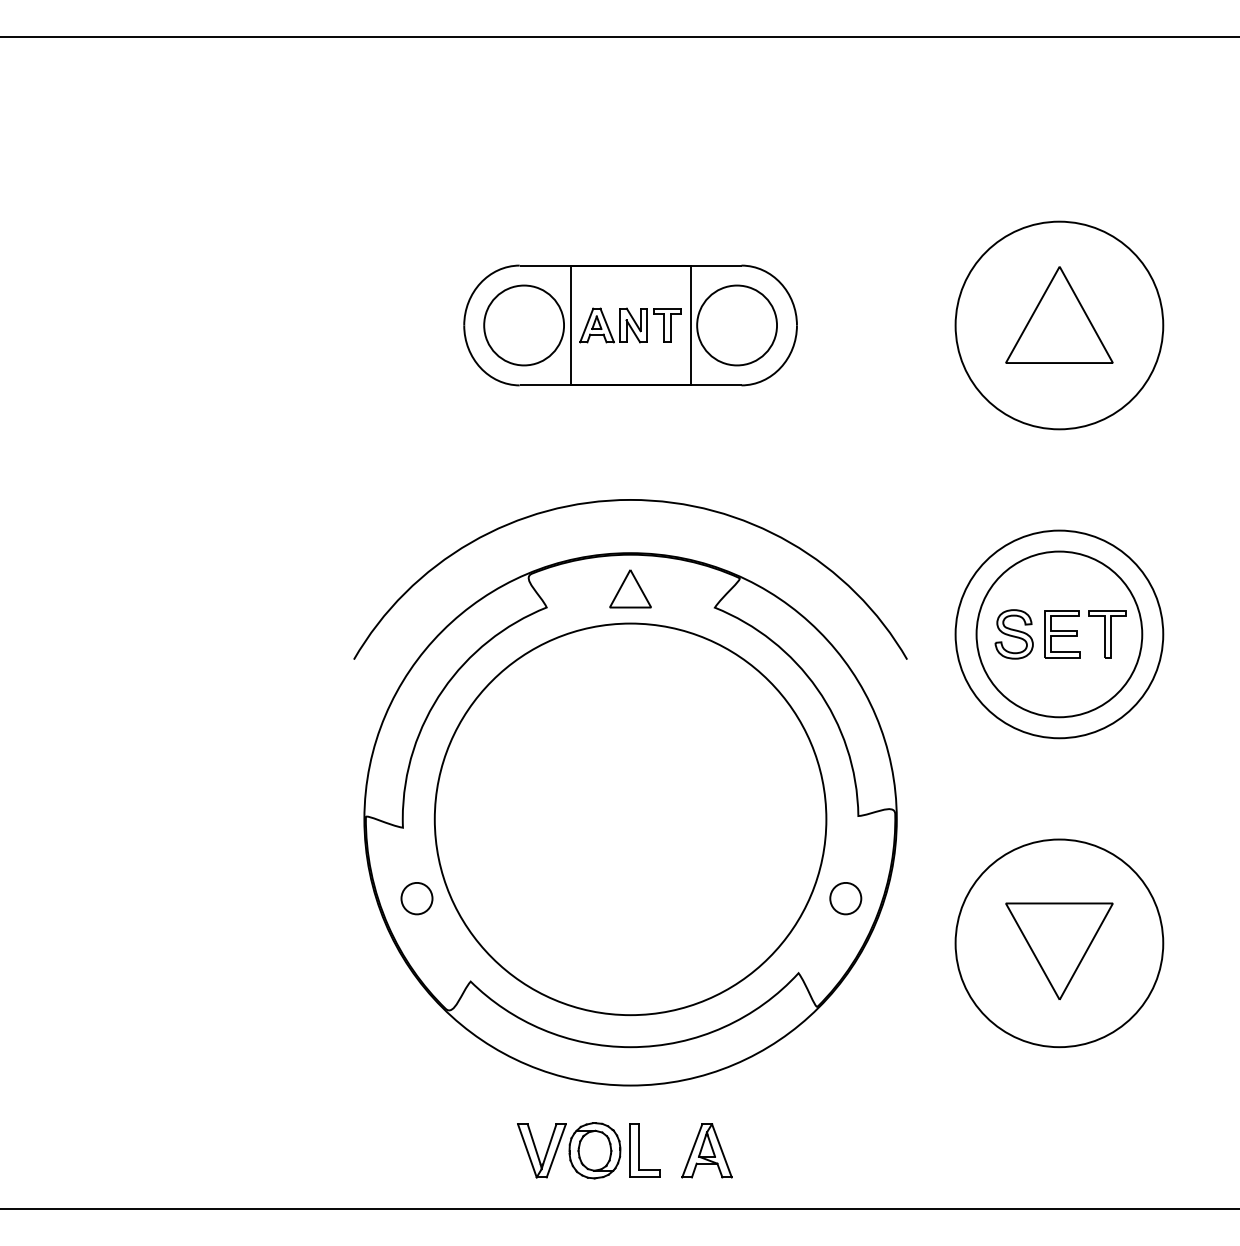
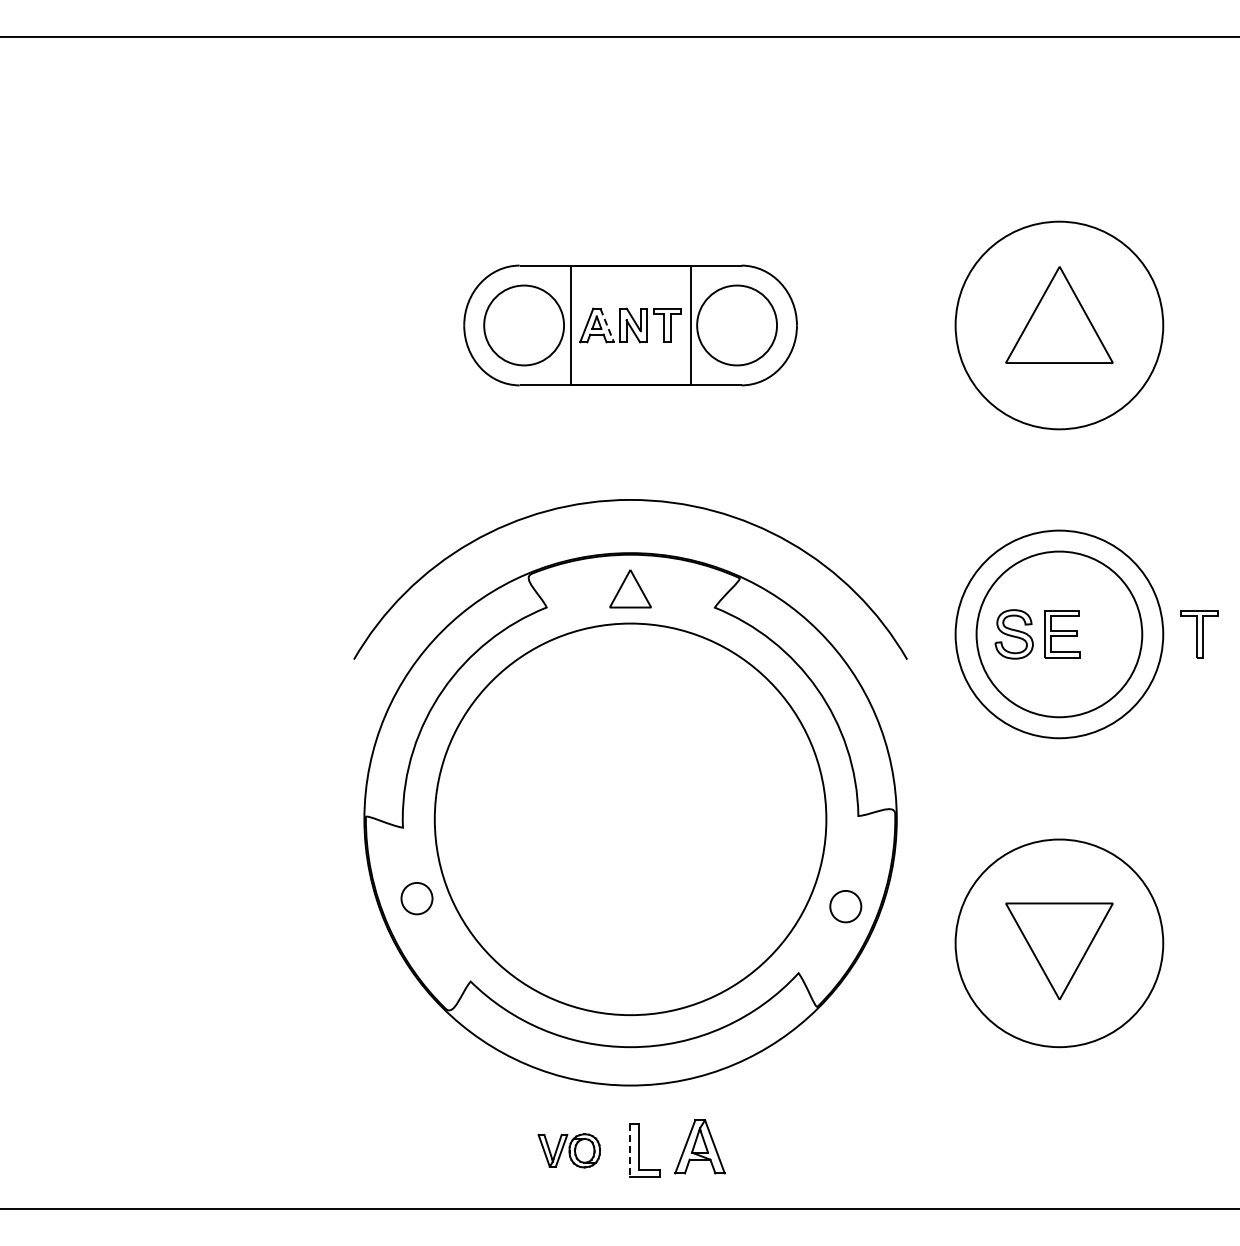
line at (607, 325): solid -> dashed
part at (1107, 634) position: (1107, 634) -> (1199, 634)
part at (845, 898) position: (845, 898) -> (845, 906)
part at (569, 1150) size: 105x58 px -> 64x36 px
line at (630, 1150): solid -> dashed
part at (706, 1150) position: (706, 1150) -> (699, 1146)
